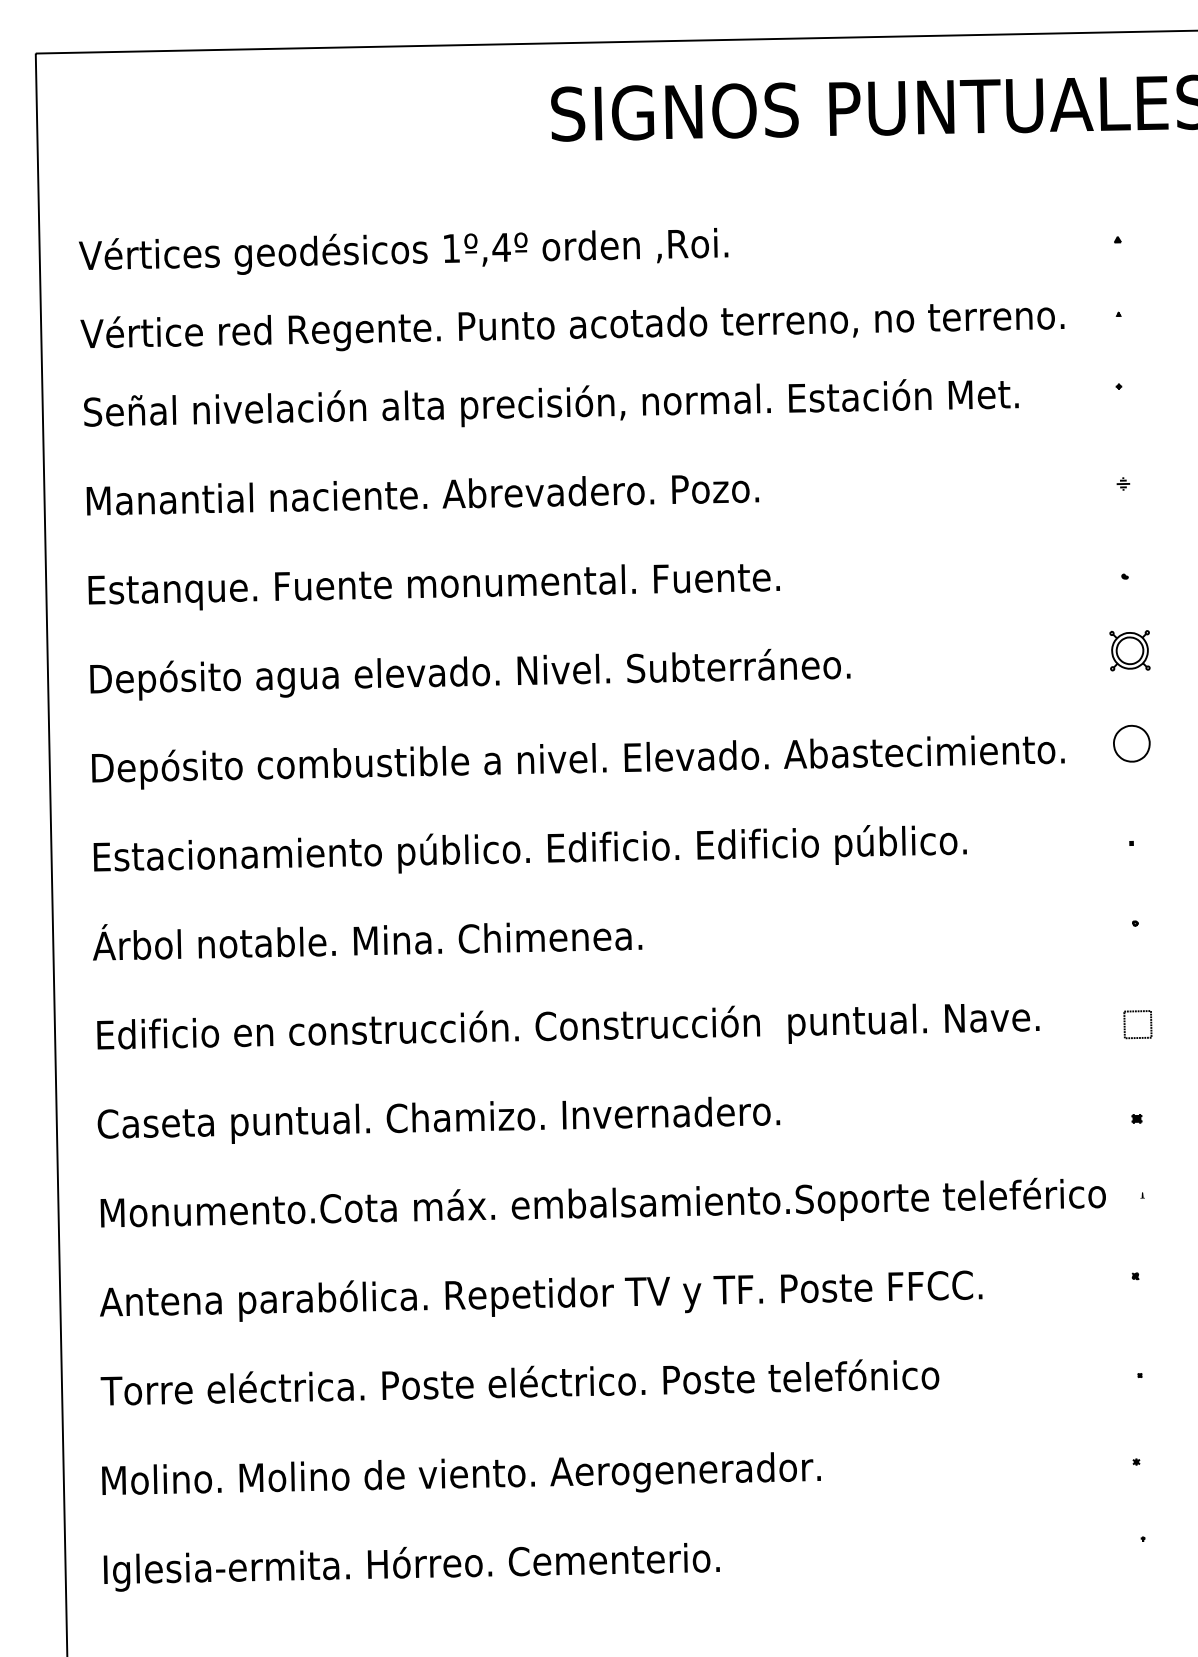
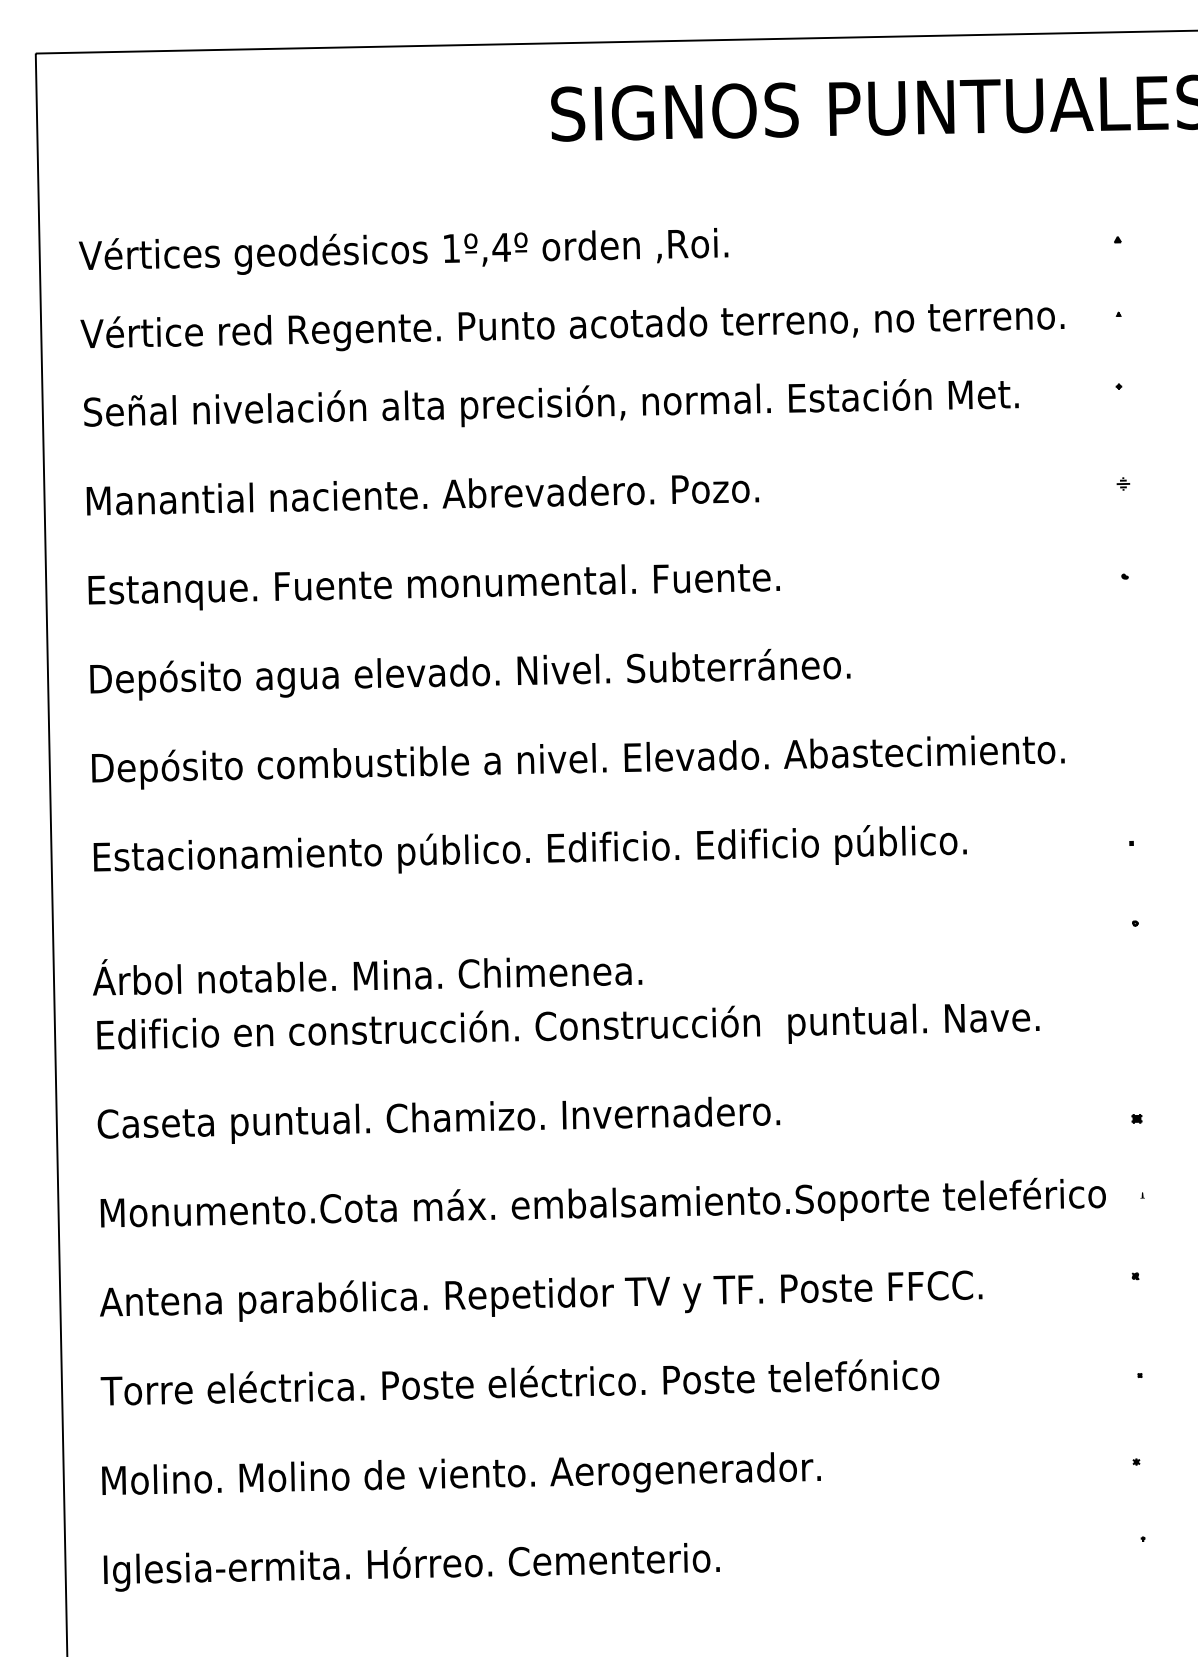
part at (1129, 650): present -> none
part at (1131, 743): present -> none
text at (367, 941) position: (367, 941) -> (367, 976)
part at (1137, 1024): present -> none
